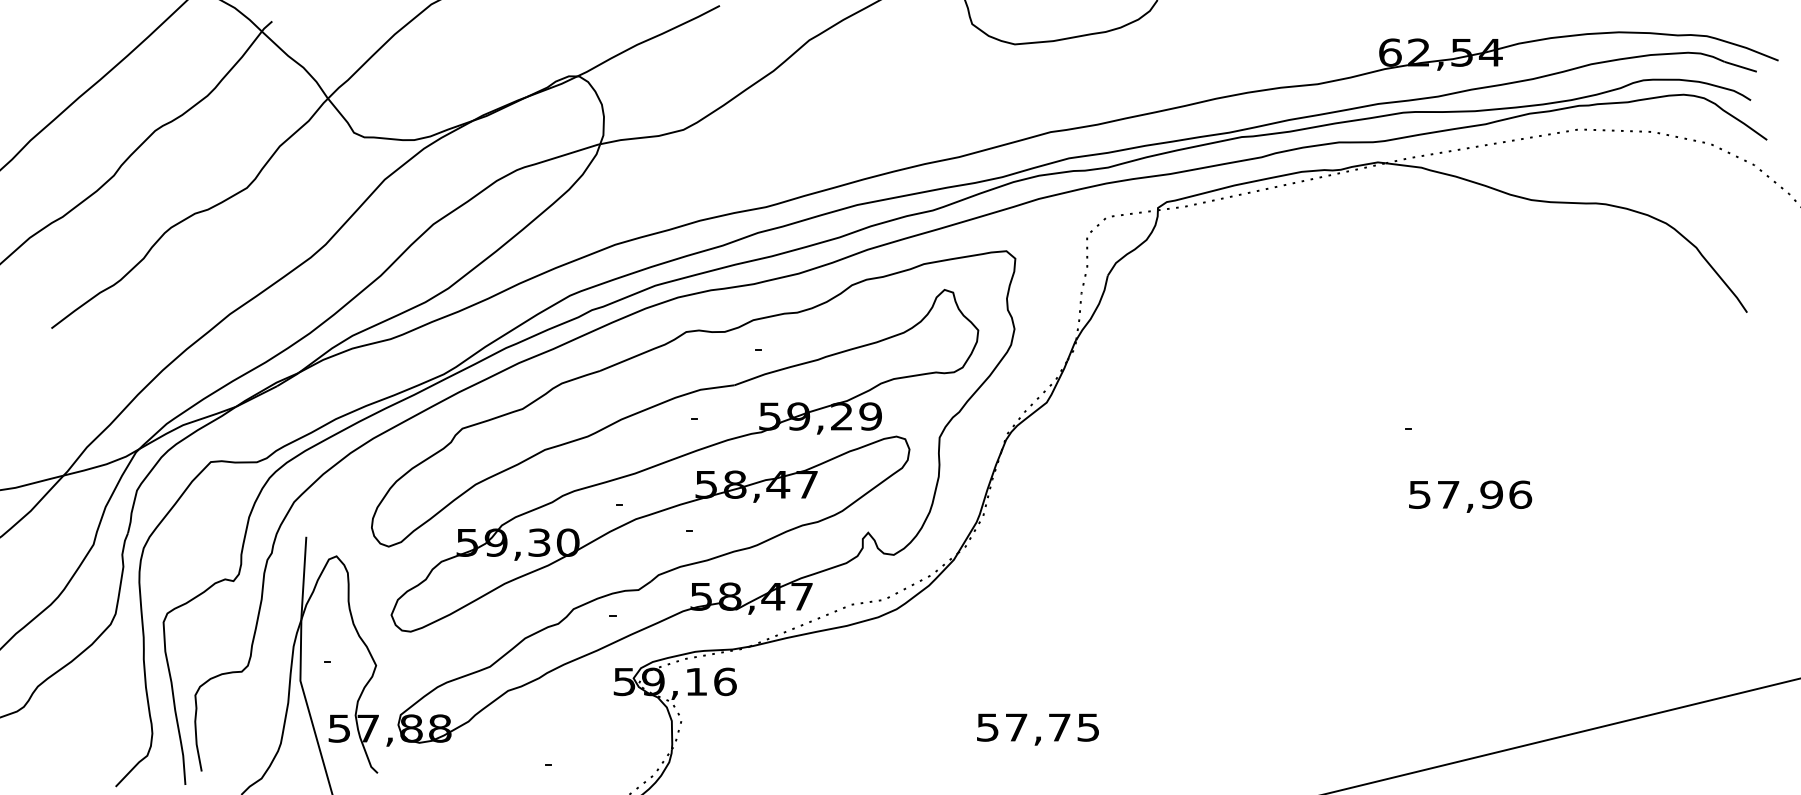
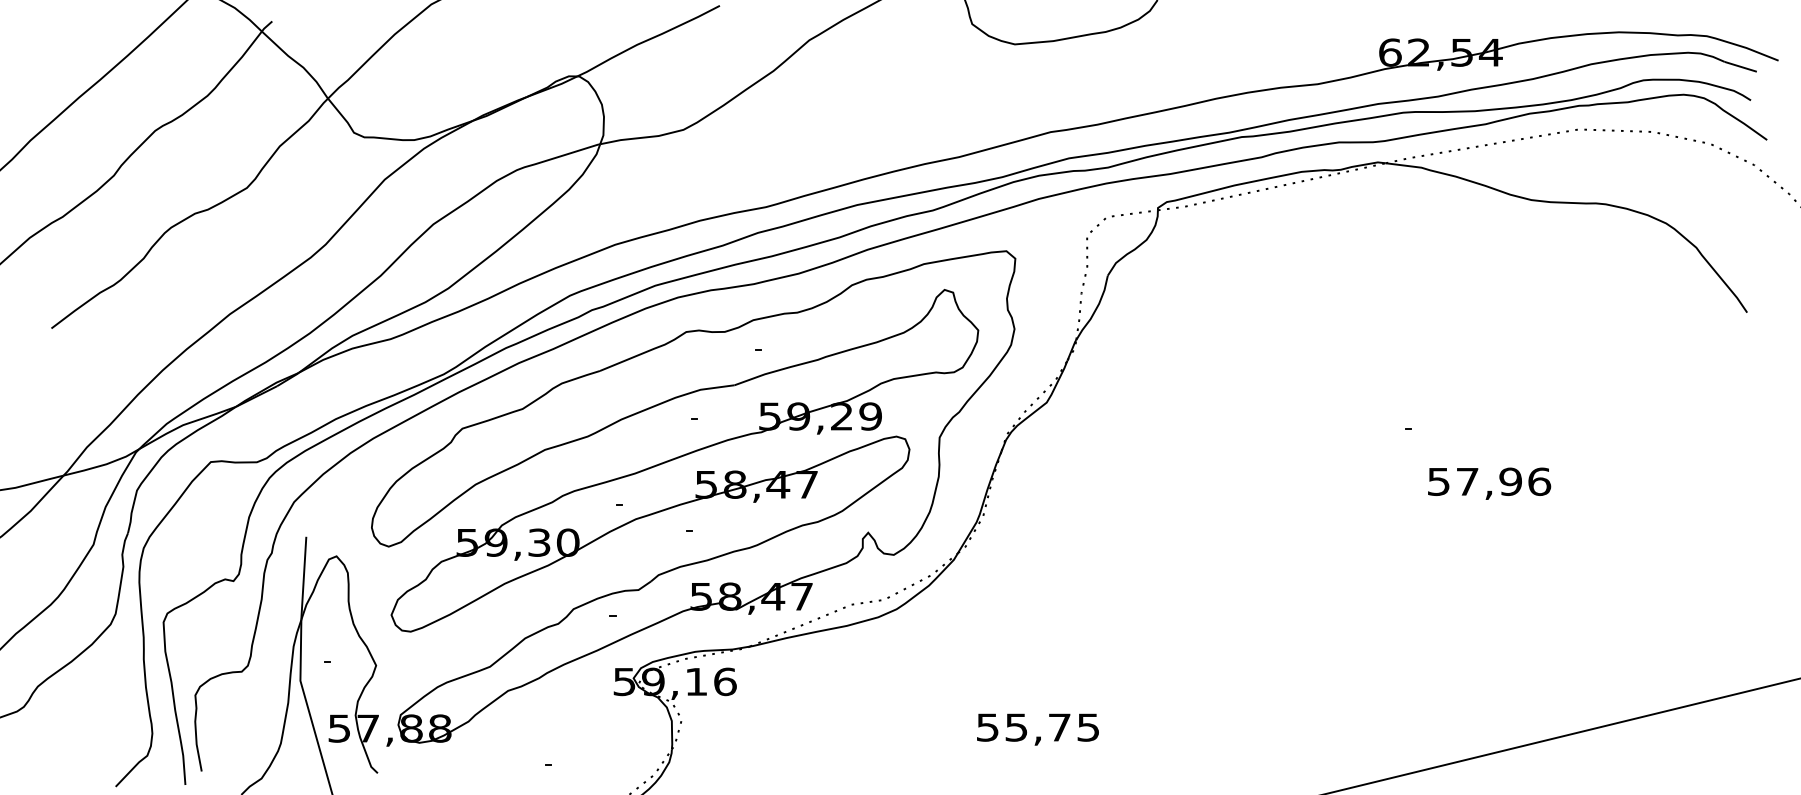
text at (1470, 496) position: (1470, 496) -> (1489, 483)
text at (1016, 727): 57,75 -> 55,75
